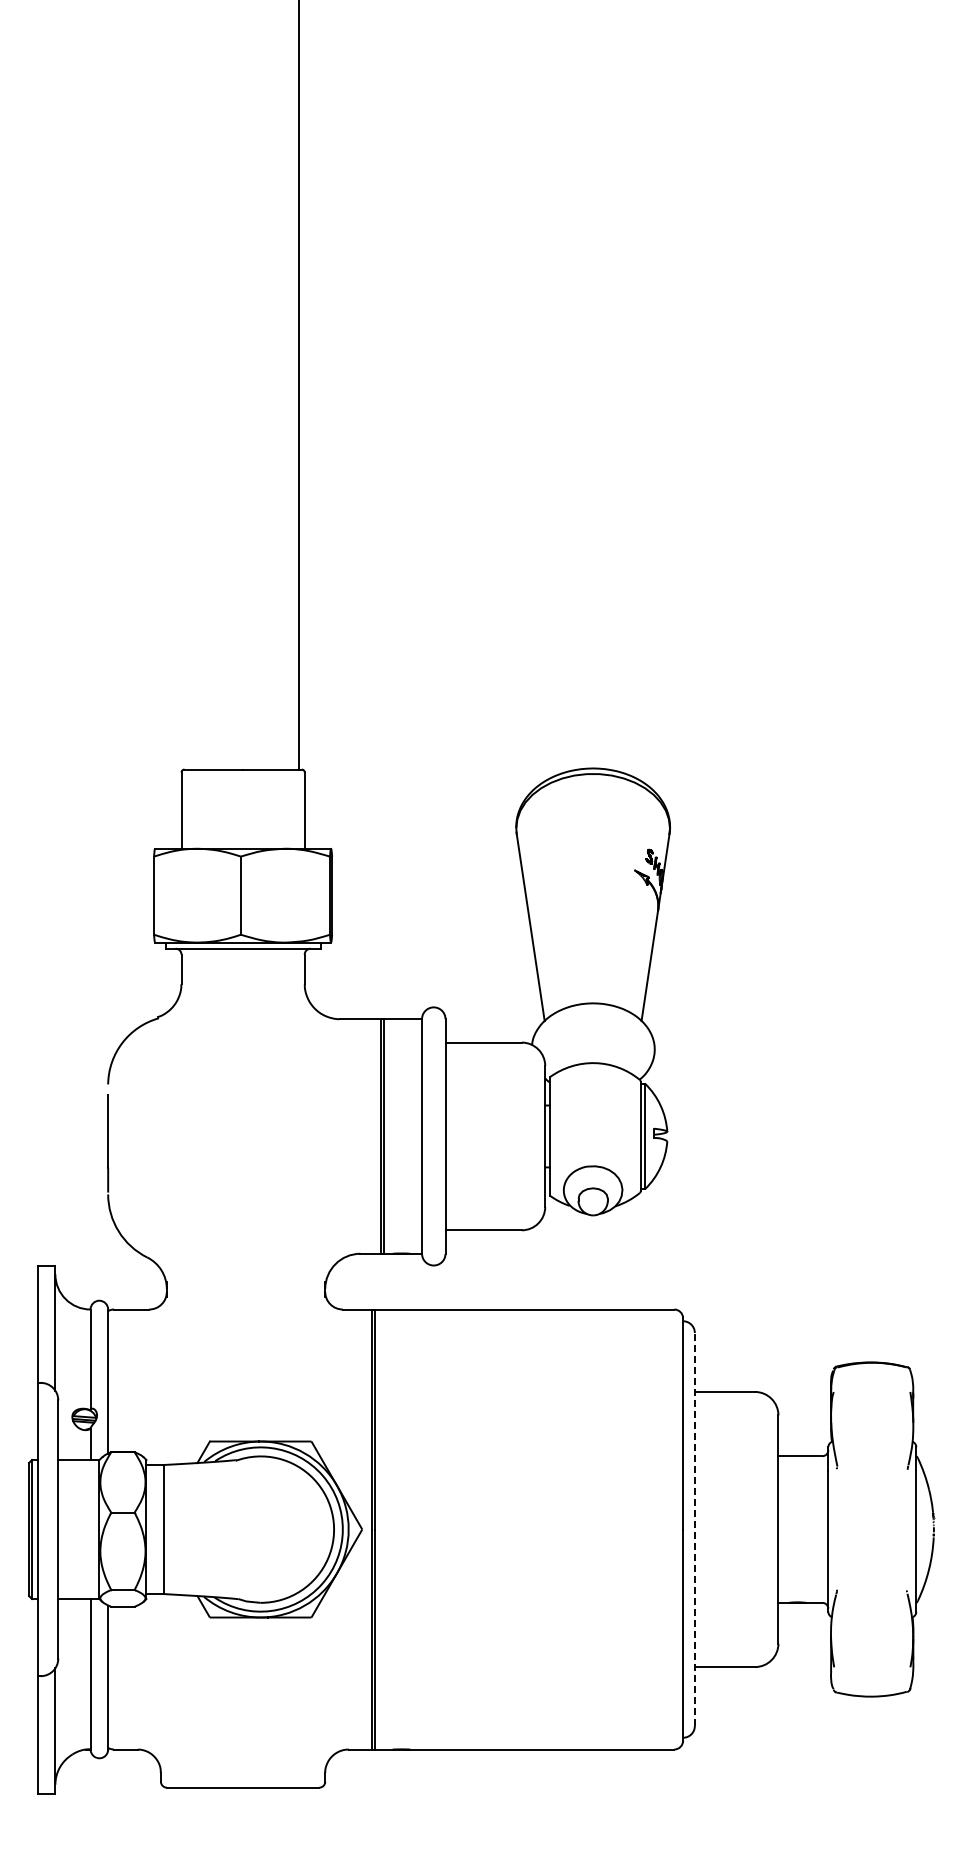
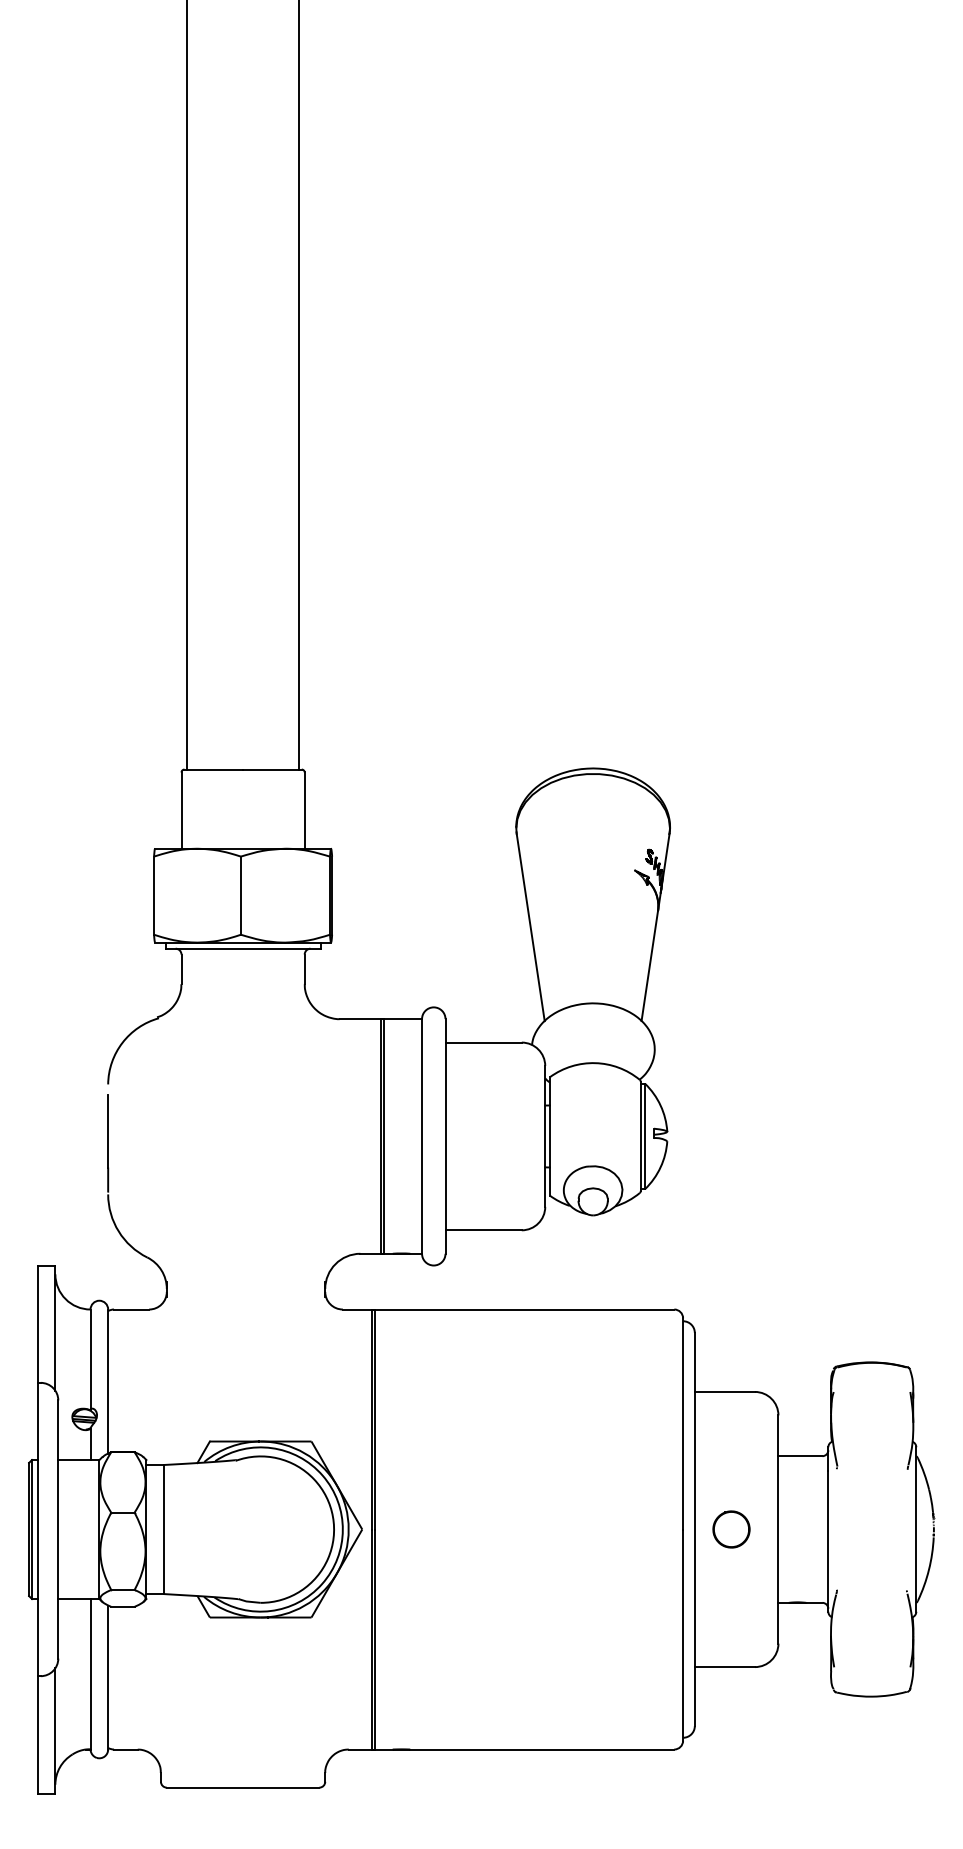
line at (187, 385): none -> present
line at (694, 1529): dashed -> solid
part at (731, 1529): none -> present
